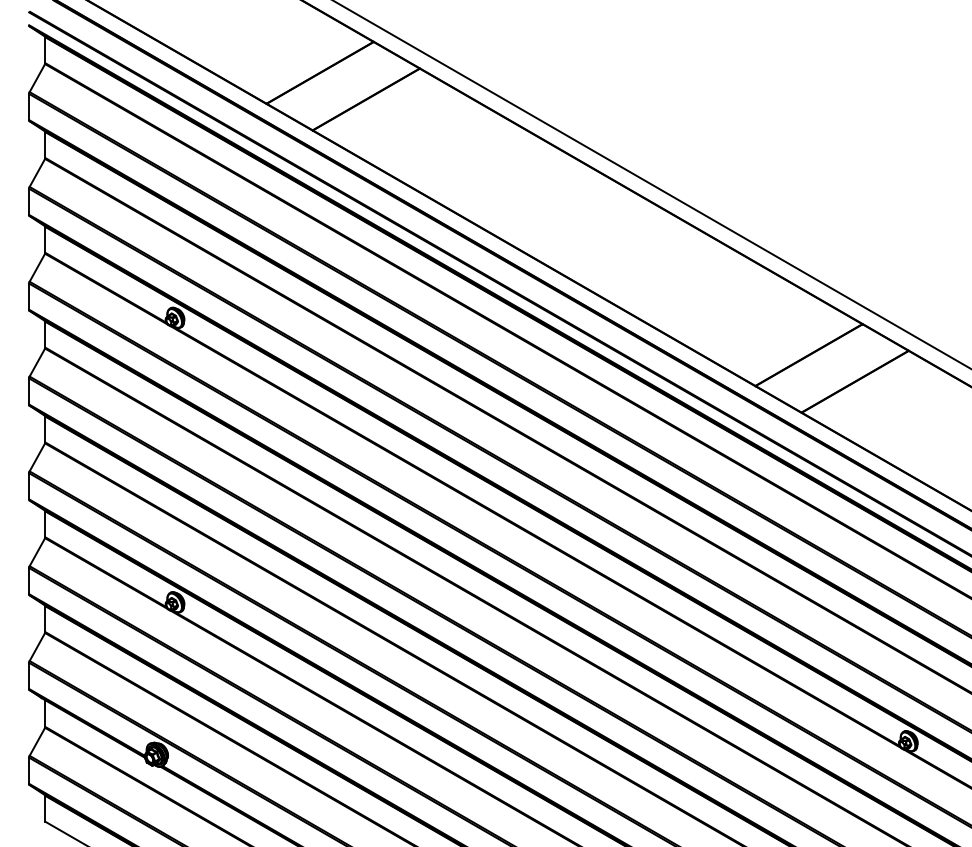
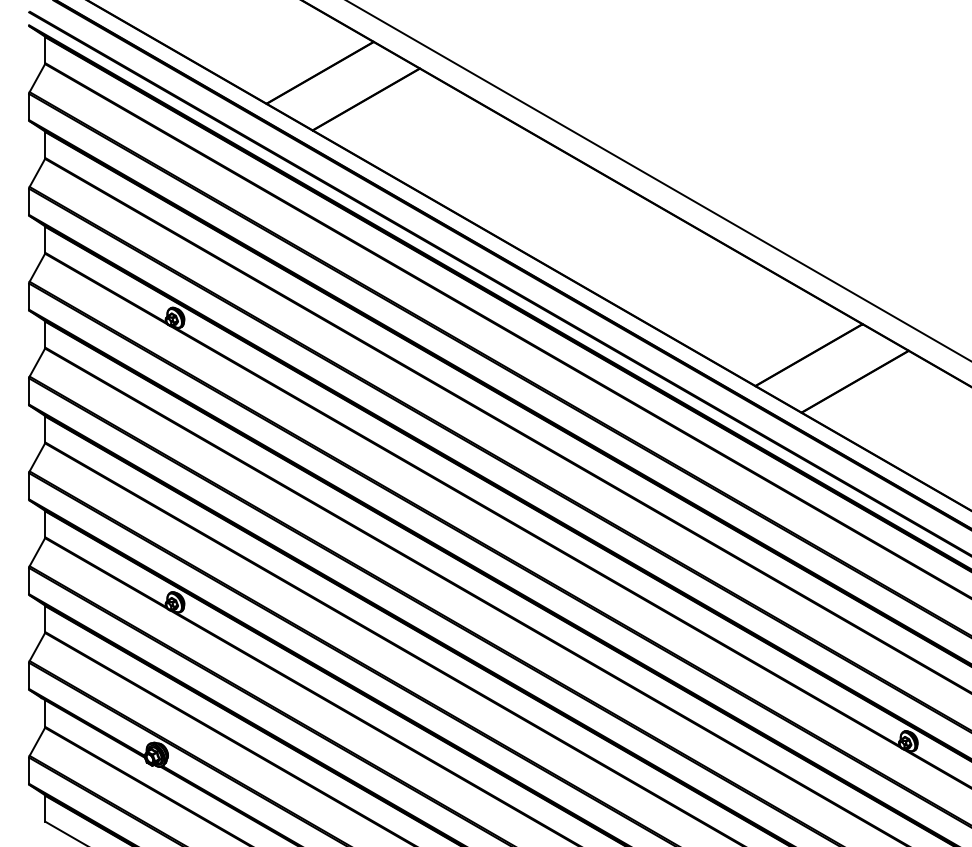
line at (652, 184) position: (652, 184) -> (658, 180)
